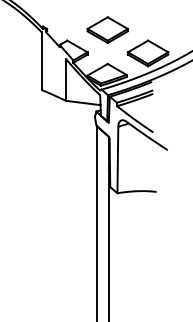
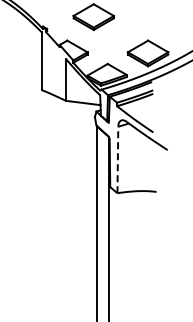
part at (107, 30) position: (107, 30) -> (93, 17)
line at (117, 159): solid -> dashed
